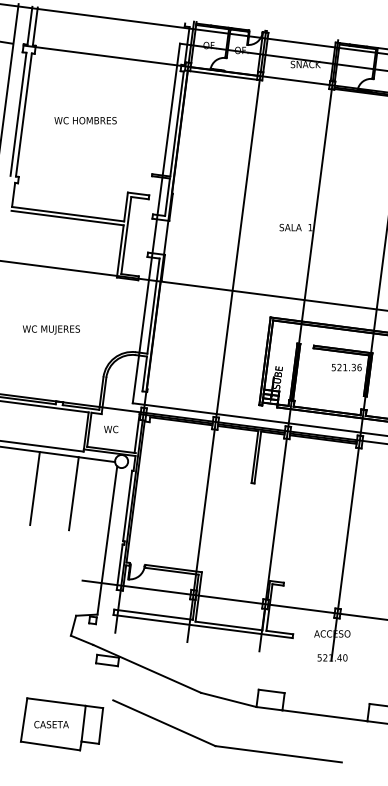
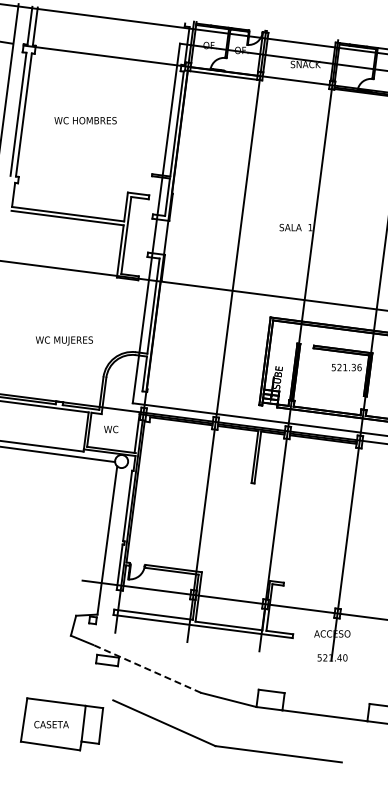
text at (51, 329) position: (51, 329) -> (64, 340)
line at (34, 488): present -> none
line at (73, 493): present -> none
line at (146, 668): solid -> dashed
